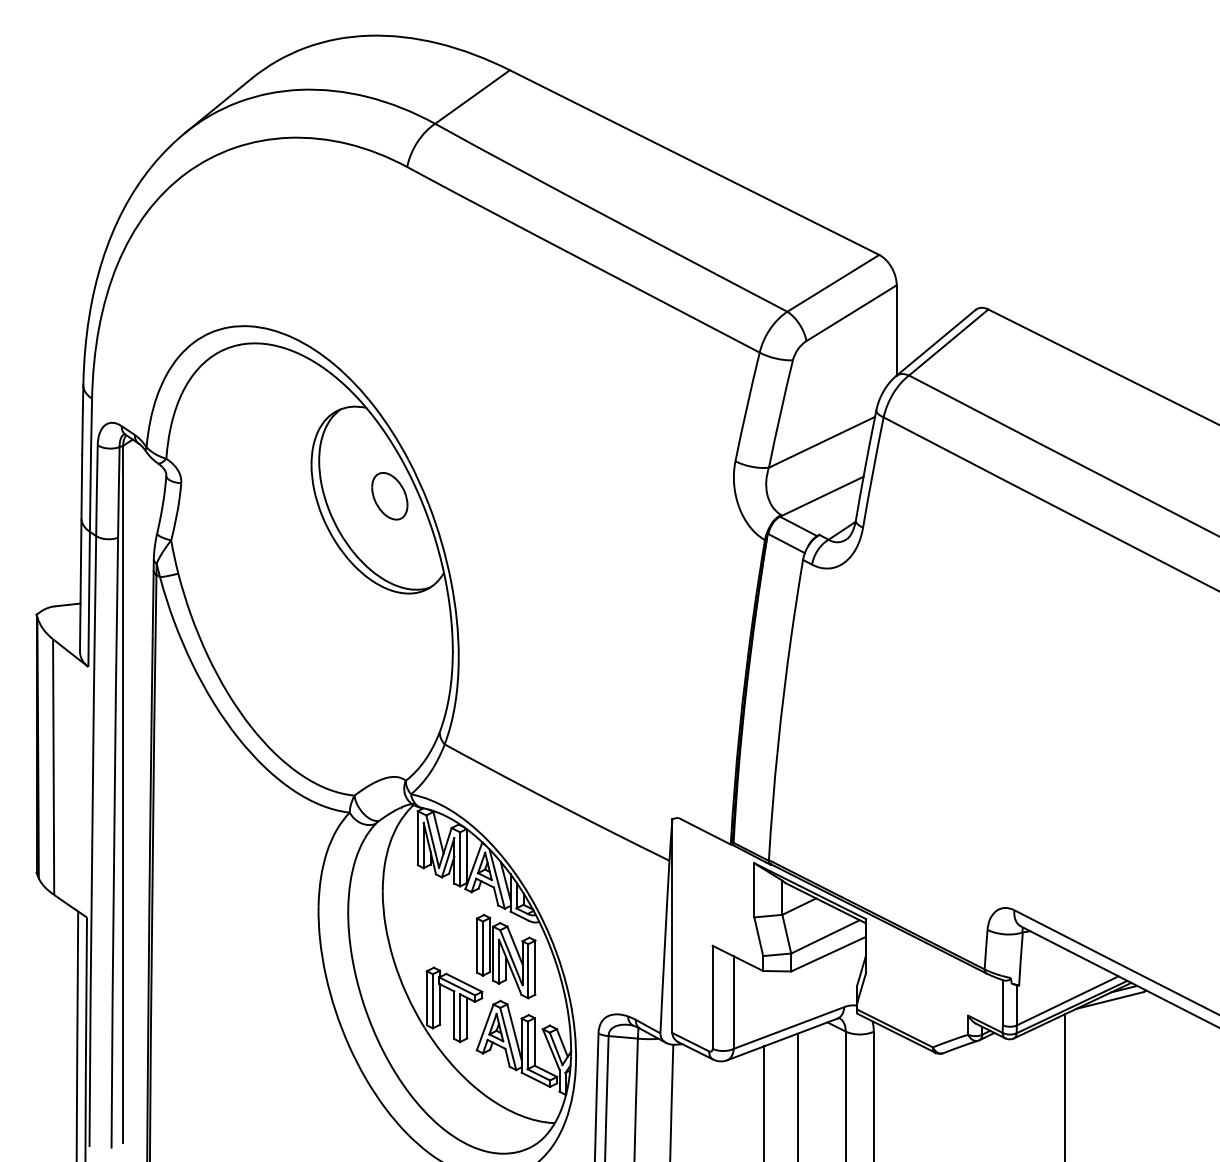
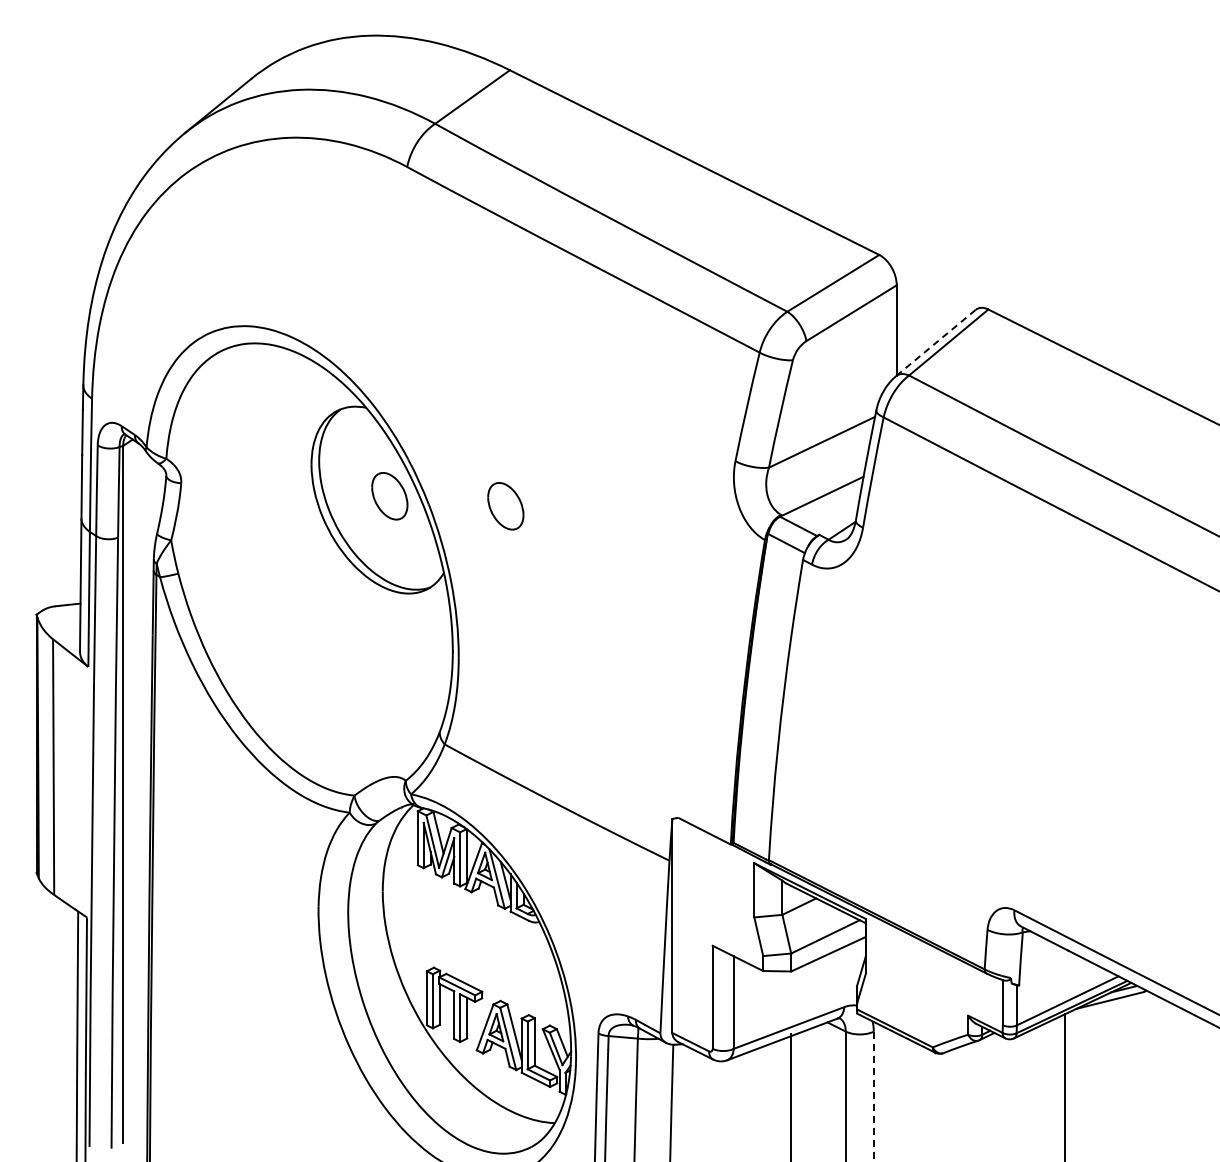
line at (935, 343): solid -> dashed
part at (505, 506): none -> present
part at (505, 956): present -> none
line at (798, 1095) position: (798, 1095) -> (791, 1095)
line at (873, 1096): solid -> dashed
line at (764, 1102): present -> none
